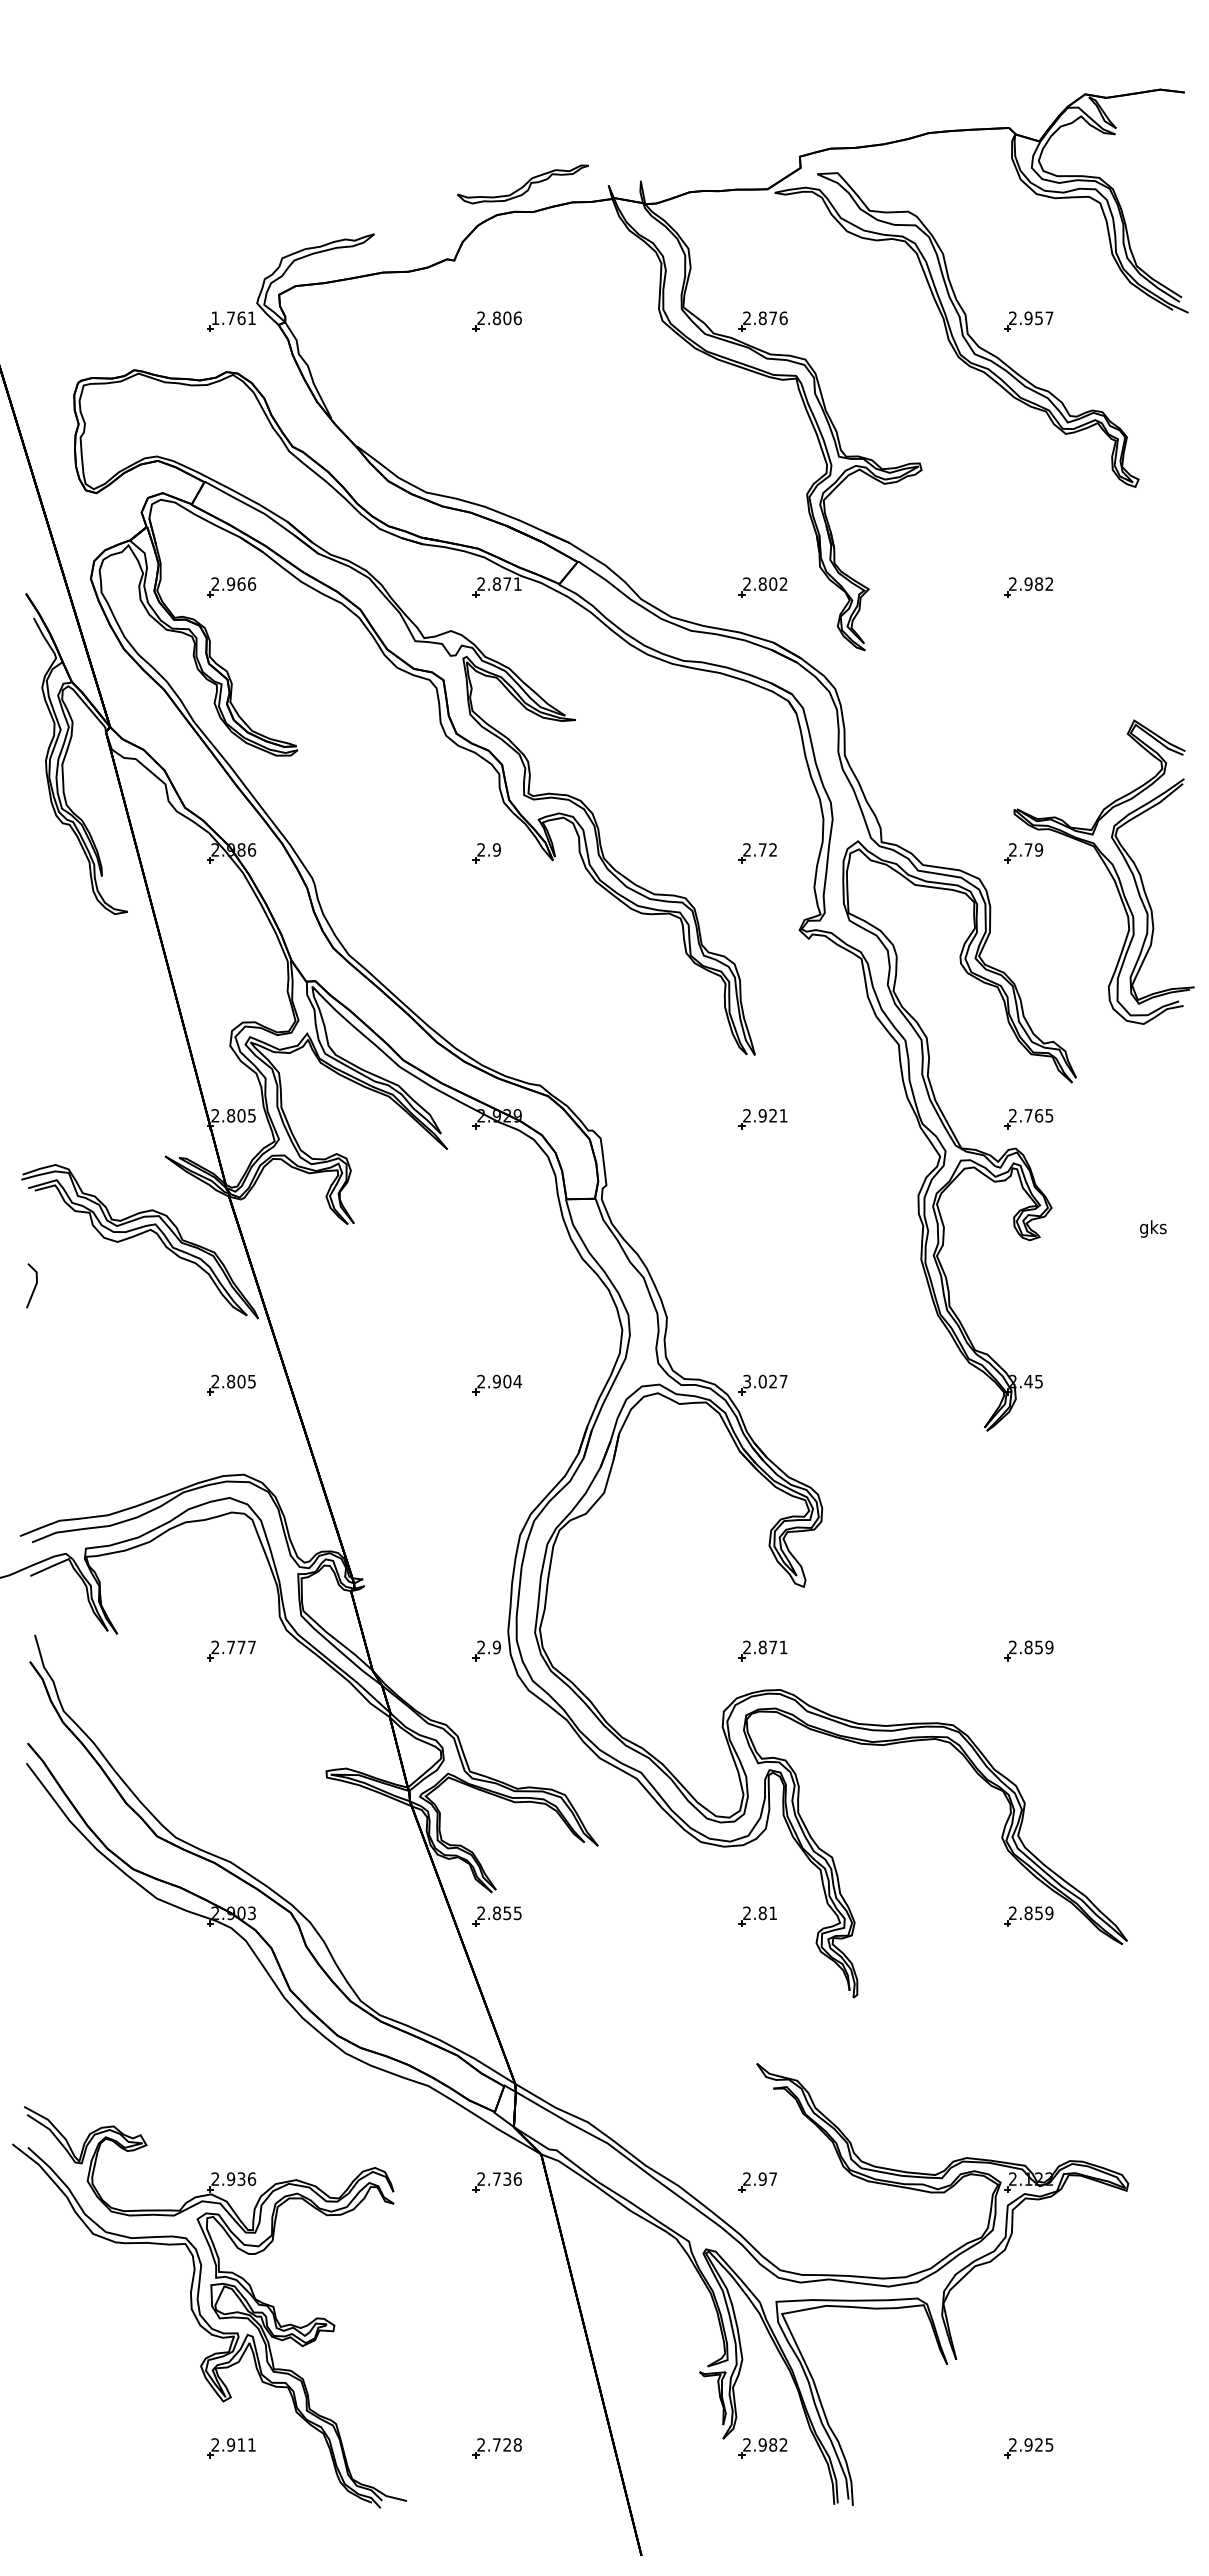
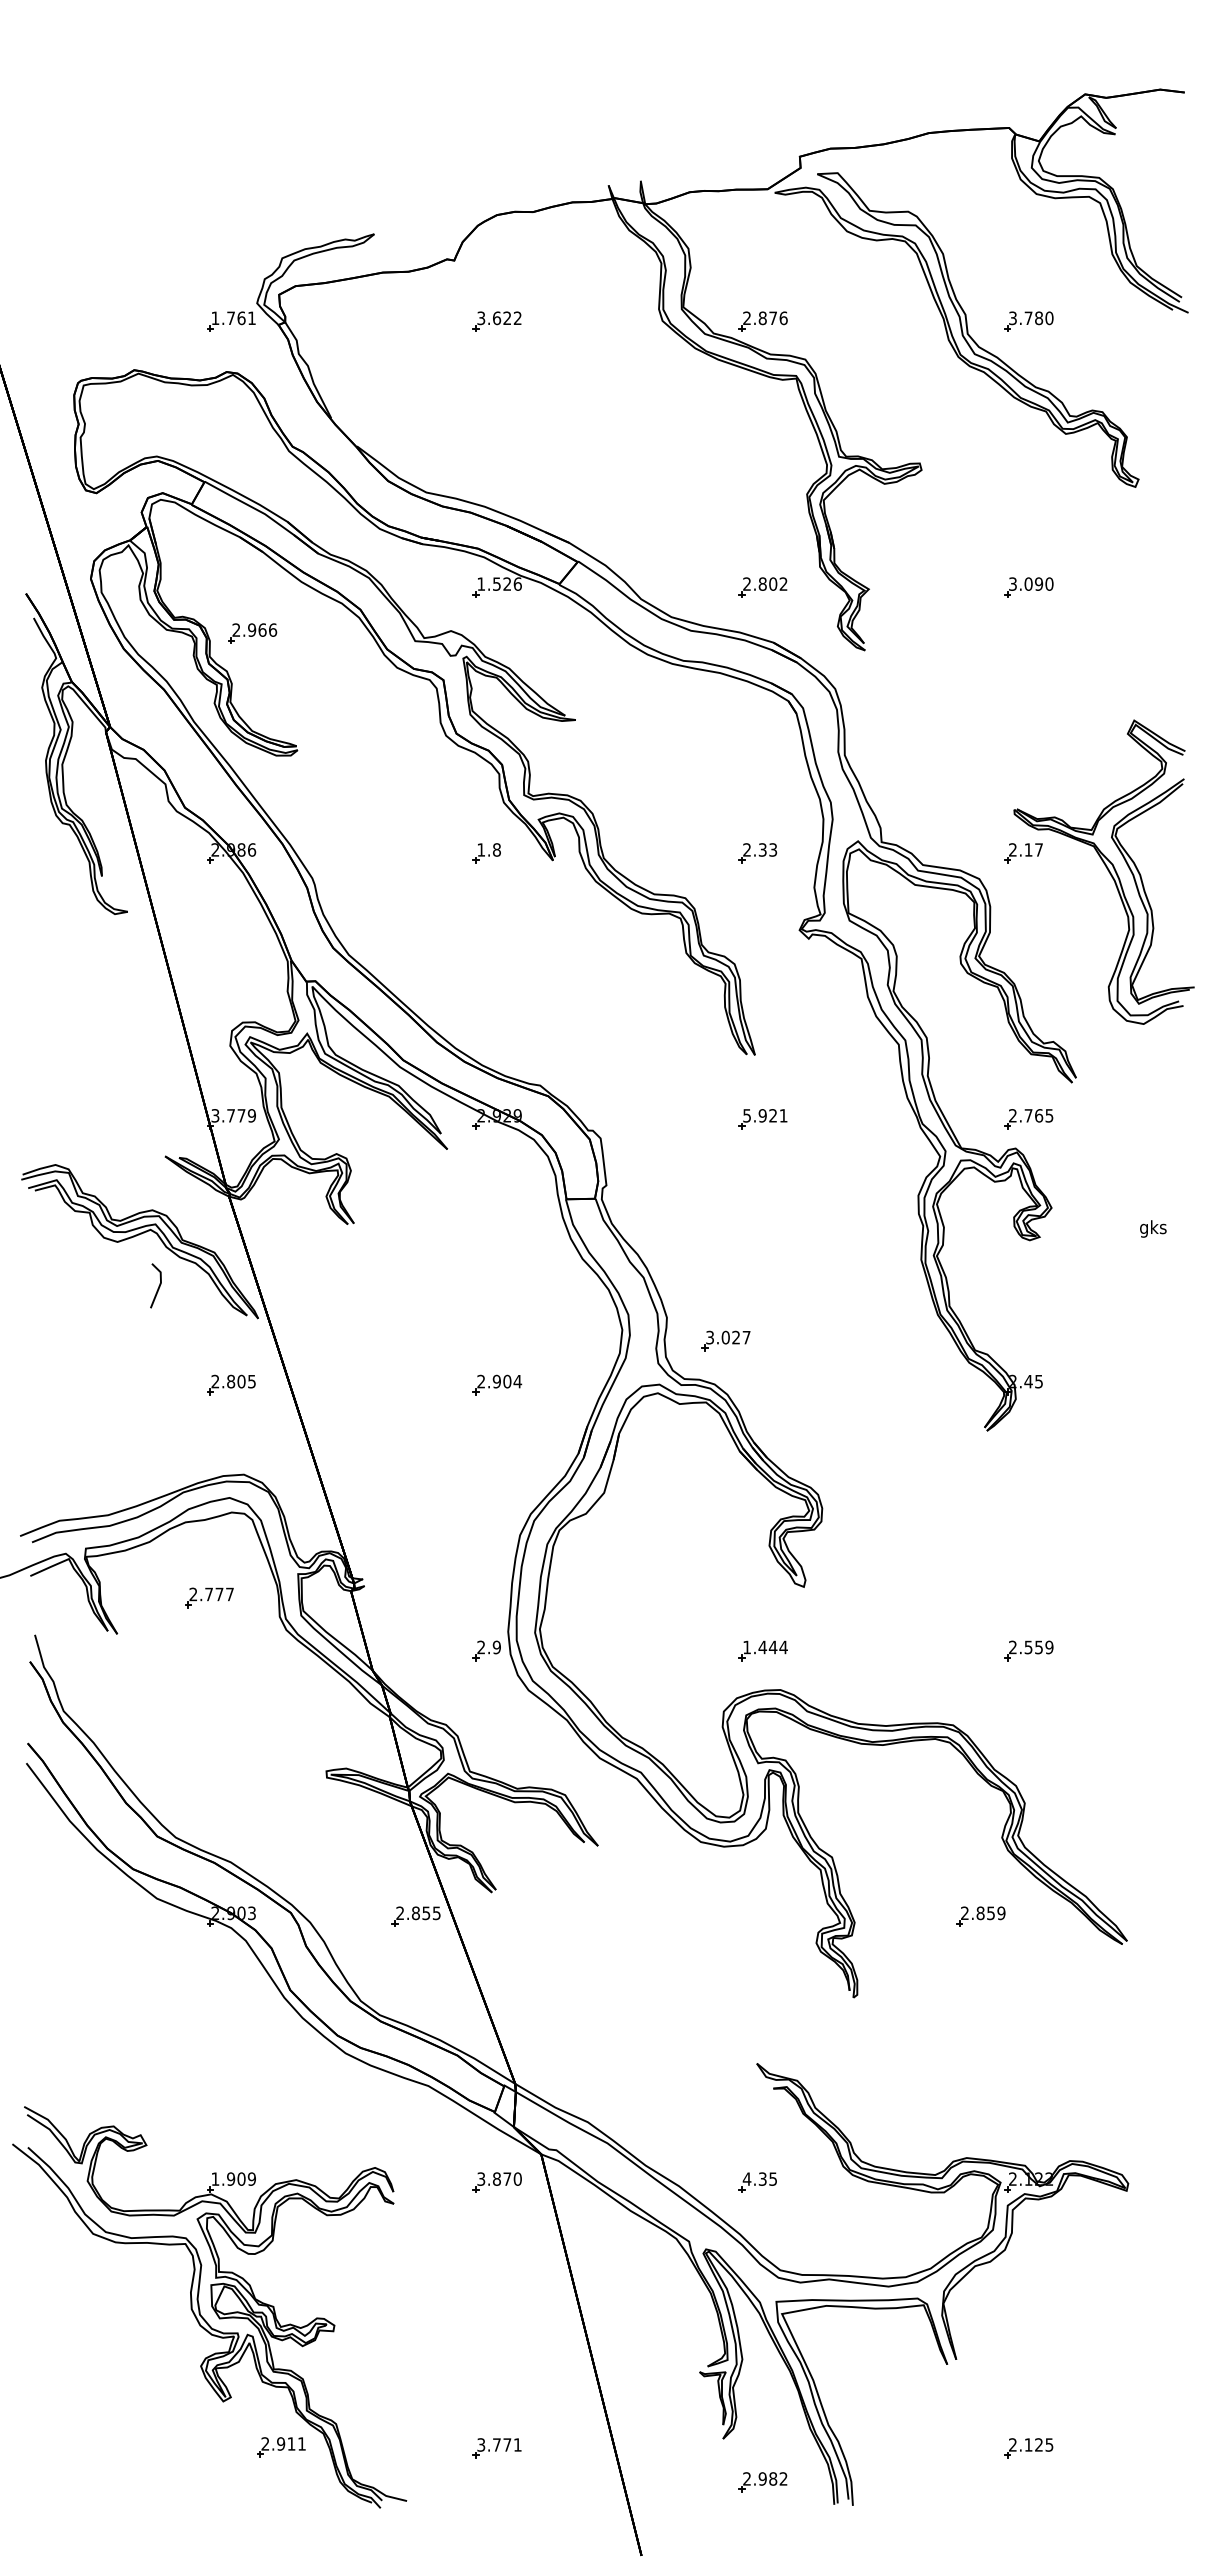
part at (522, 184): present -> none
text at (499, 318): 2.806 -> 3.622
text at (1031, 318): 2.957 -> 3.780
text at (499, 583): 2.871 -> 1.526
text at (1031, 583): 2.982 -> 3.090
part at (231, 587) position: (231, 587) -> (252, 633)
text at (488, 849): 2.9 -> 1.8
text at (767, 849): 2.72 -> 2.33
text at (1033, 849): 2.79 -> 2.17
text at (233, 1115): 2.805 -> 3.779
text at (746, 1115): 2.921 -> 5.921
line at (34, 1286) position: (34, 1286) -> (158, 1286)
part at (762, 1384) position: (762, 1384) -> (725, 1340)
text at (765, 1647): 2.871 -> 1.444
text at (1028, 1647): 2.859 -> 2.559
part at (231, 1650) position: (231, 1650) -> (209, 1597)
part at (496, 1916) position: (496, 1916) -> (415, 1916)
part at (757, 1916): present -> none
part at (1028, 1916) position: (1028, 1916) -> (980, 1916)
text at (233, 2178): 2.936 -> 1.909
text at (499, 2178): 2.736 -> 3.870
text at (759, 2178): 2.97 -> 4.35
text at (499, 2444): 2.728 -> 3.771
text at (1028, 2444): 2.925 -> 2.125
part at (231, 2448) position: (231, 2448) -> (281, 2447)
part at (762, 2448) position: (762, 2448) -> (762, 2482)
